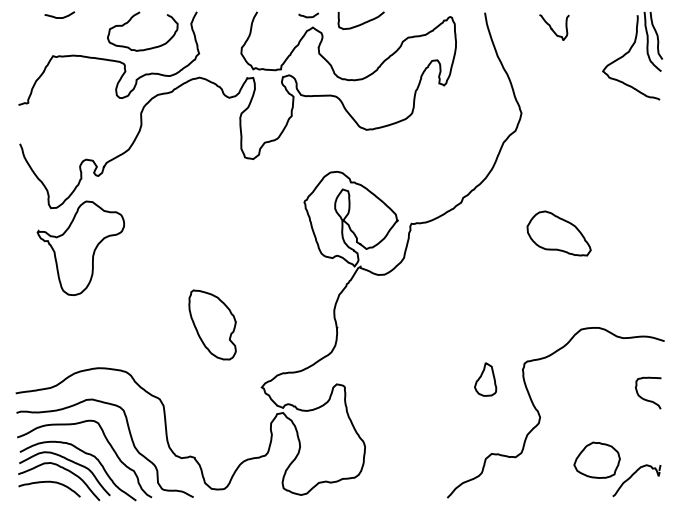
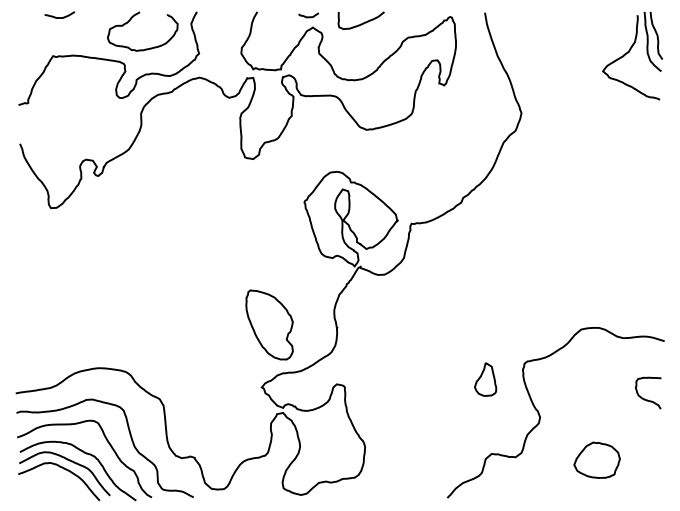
curve at (552, 28): present -> none
part at (558, 233): present -> none
part at (80, 247): present -> none
part at (212, 324) position: (212, 324) -> (269, 324)
part at (636, 480): present -> none
curve at (49, 482): present -> none
